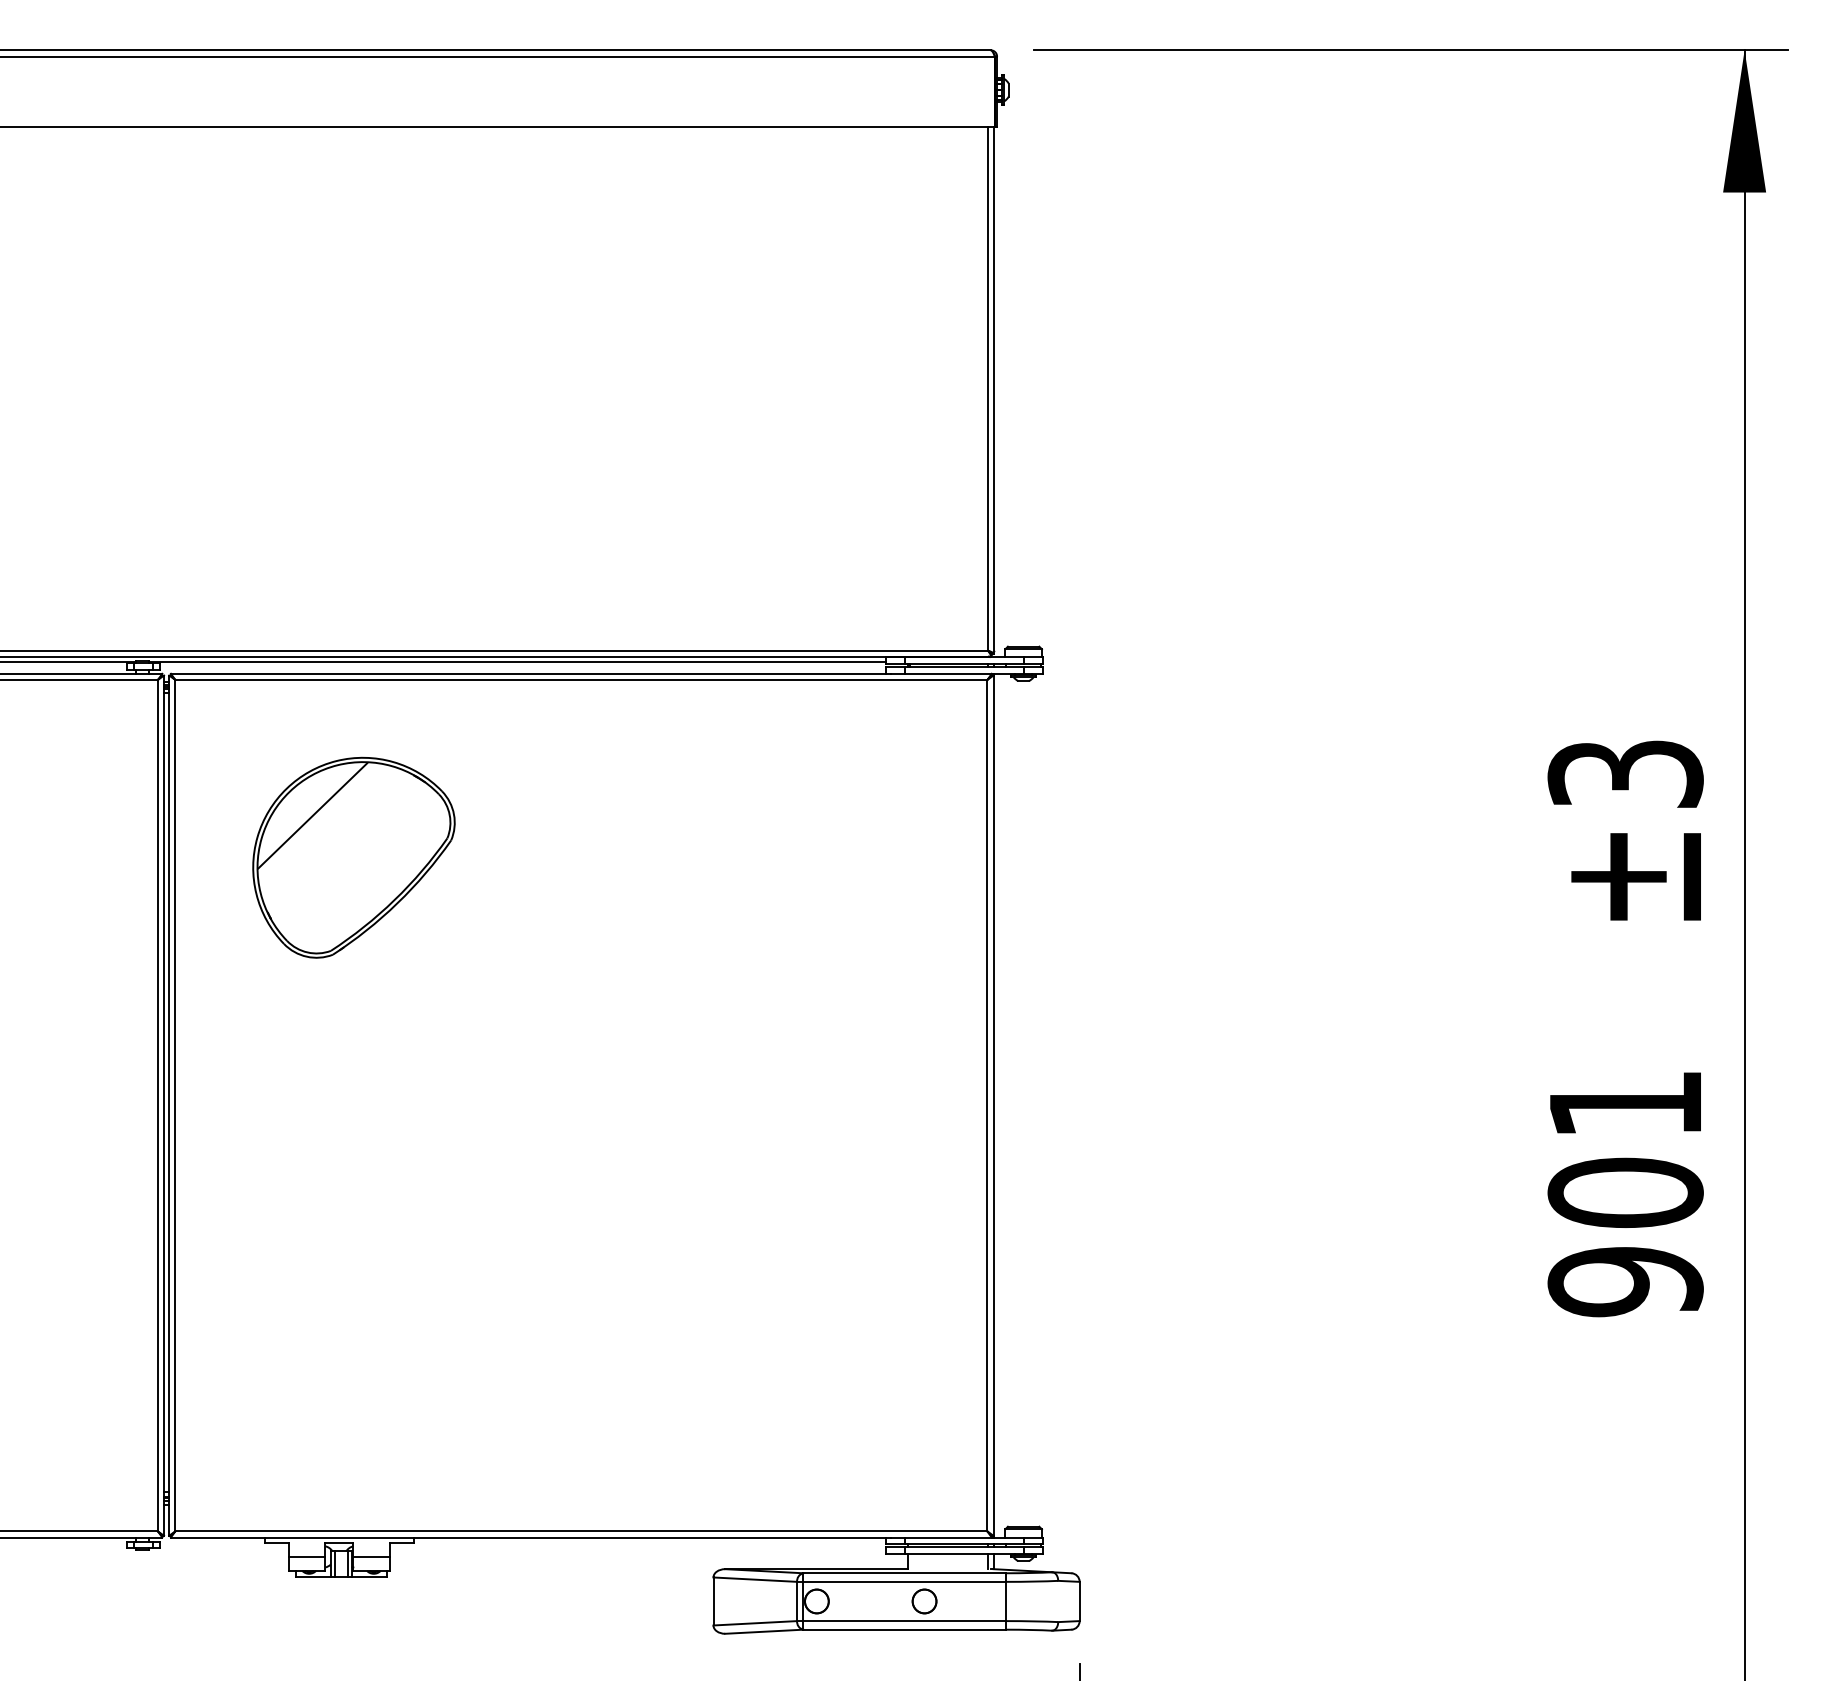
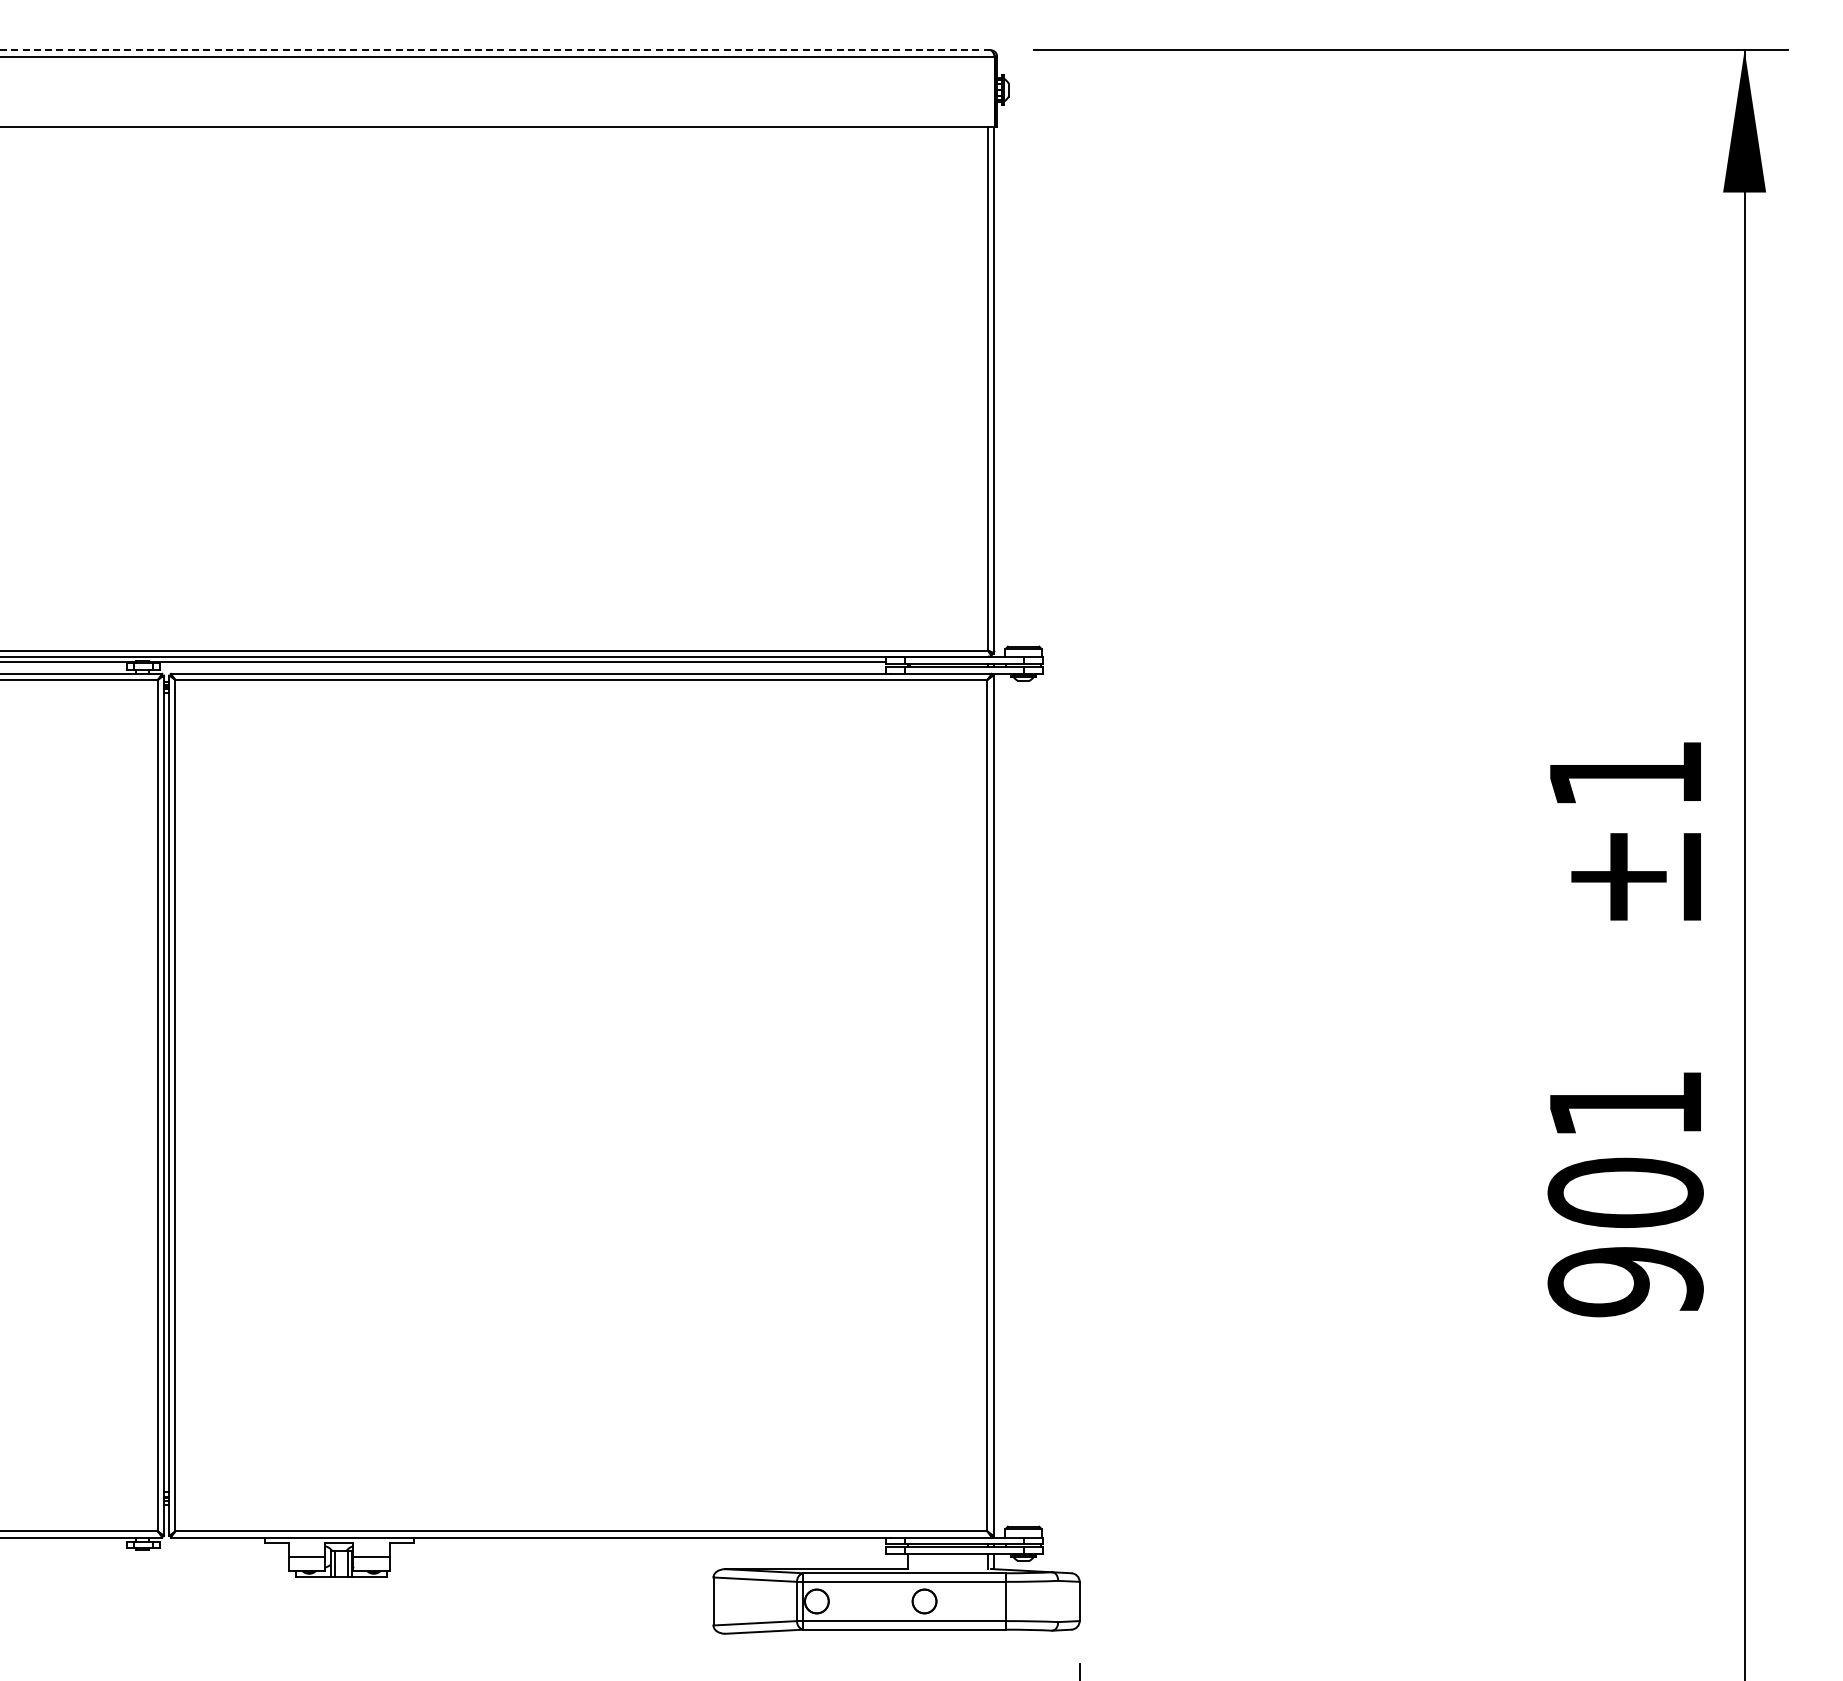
line at (495, 50): solid -> dashed
text at (1625, 773): ±3 -> ±1
part at (353, 857): present -> none
